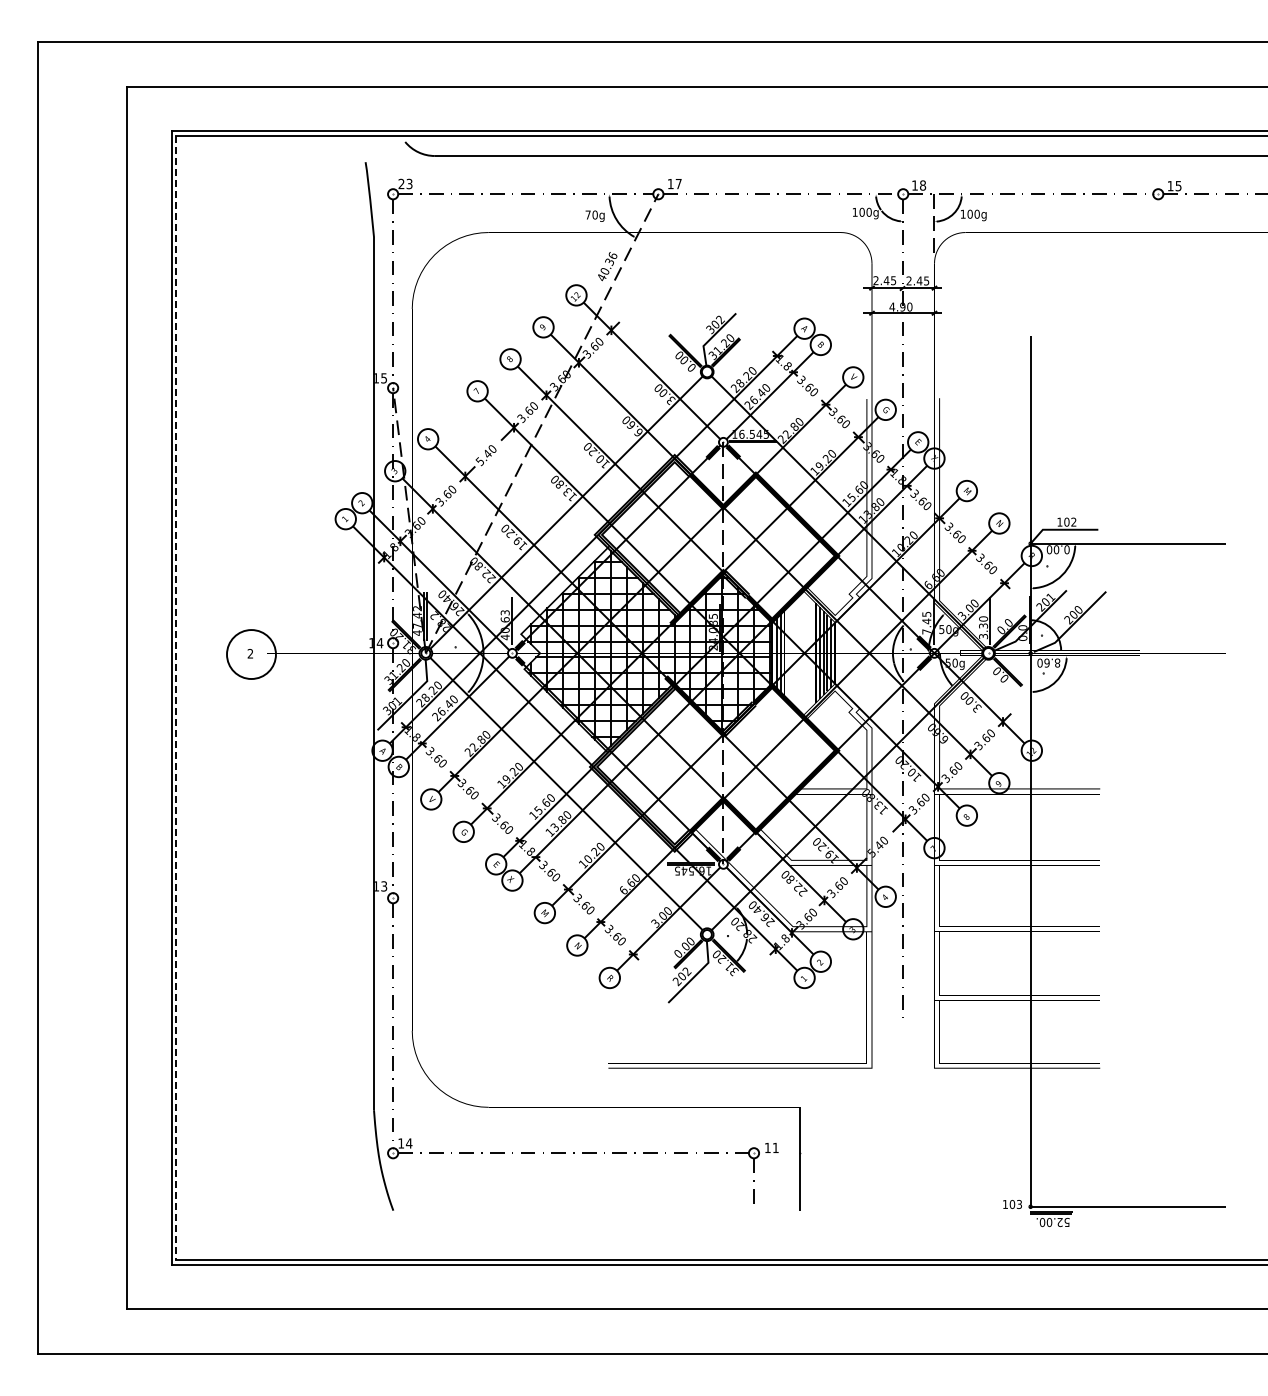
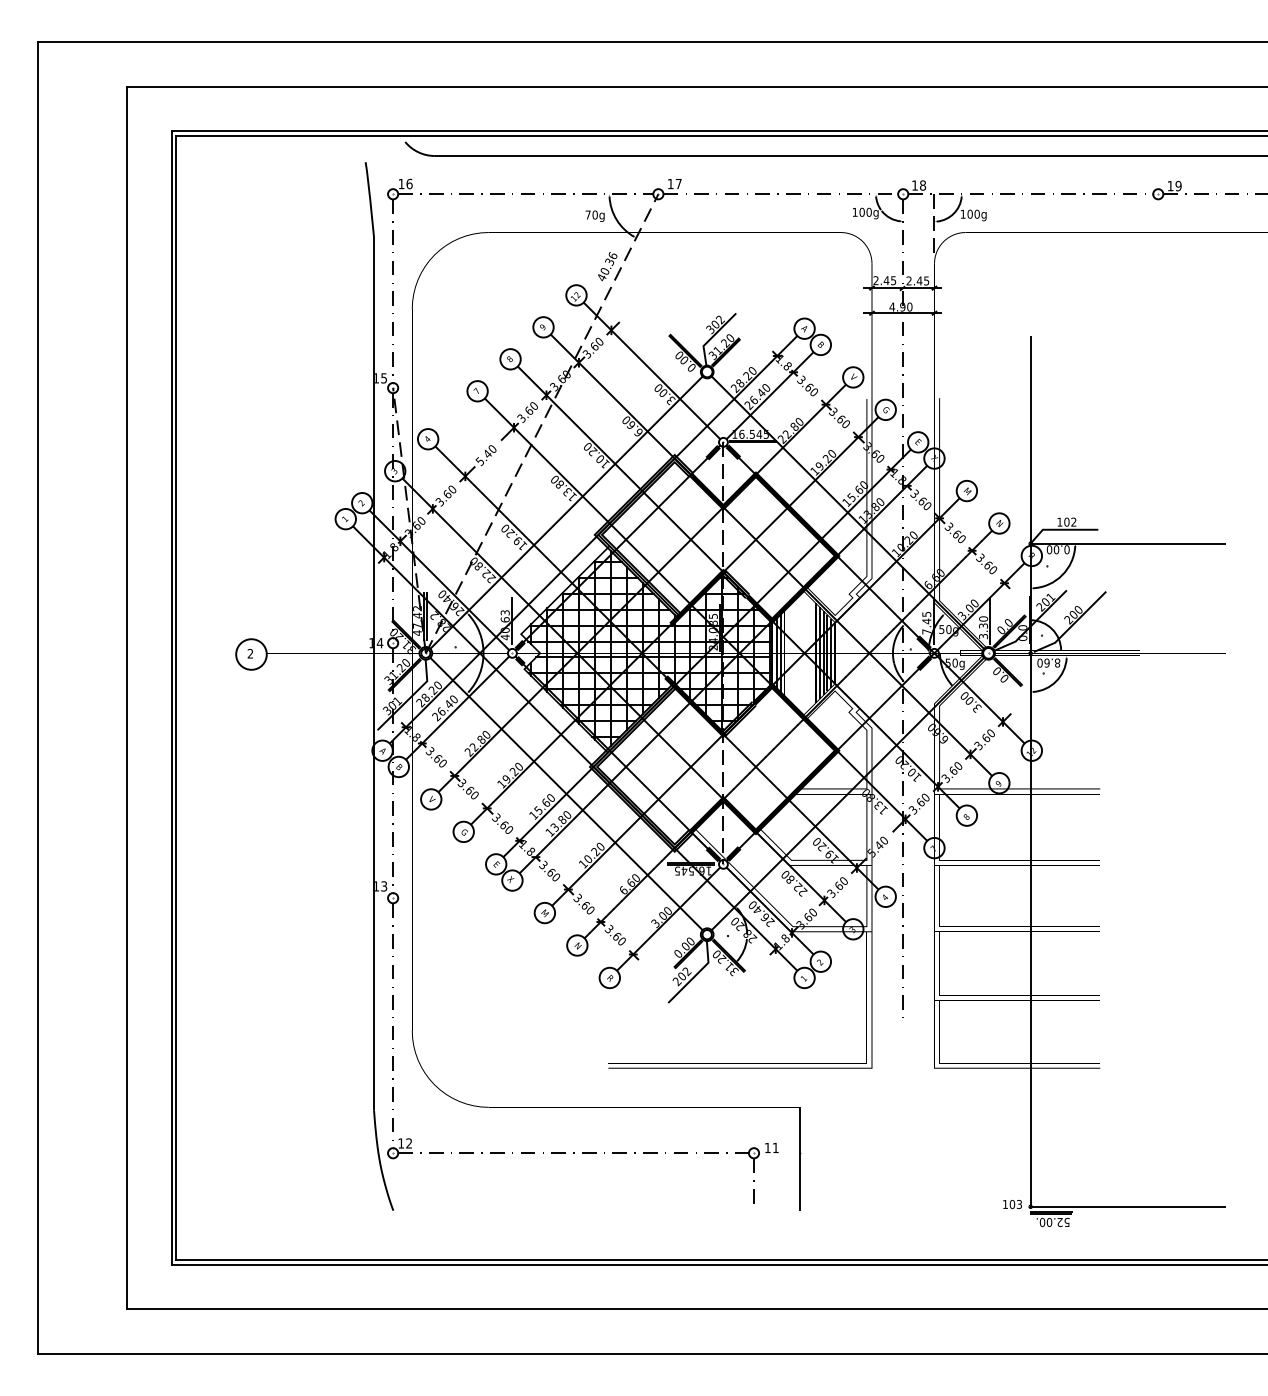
text at (405, 183): 23 -> 16
text at (1178, 185): 15 -> 19
circle at (251, 654) diameter: 49 px -> 31 px
line at (176, 698): dashed -> solid
text at (408, 1143): 14 -> 12
